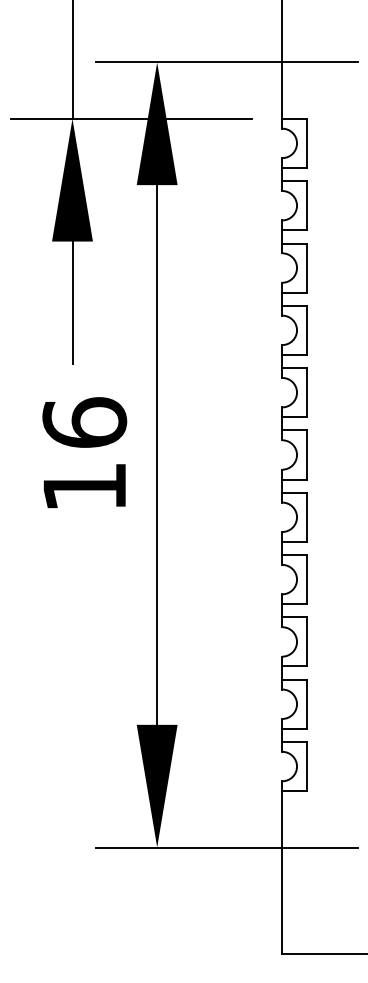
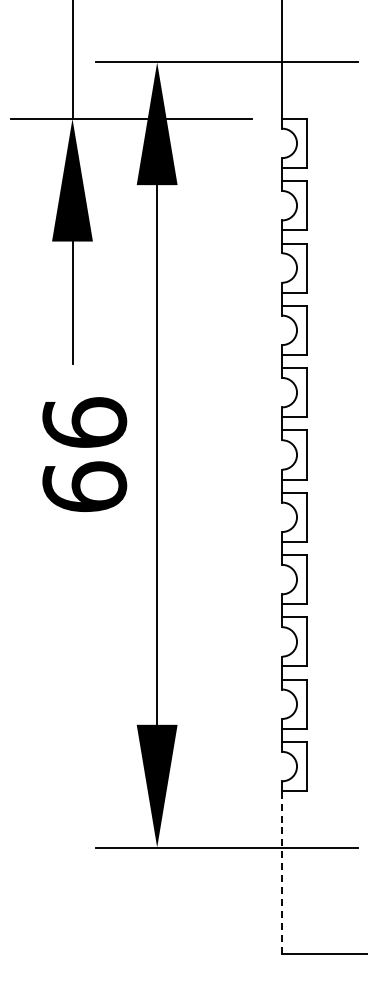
text at (84, 486): 16 -> 66
line at (282, 871): solid -> dashed
